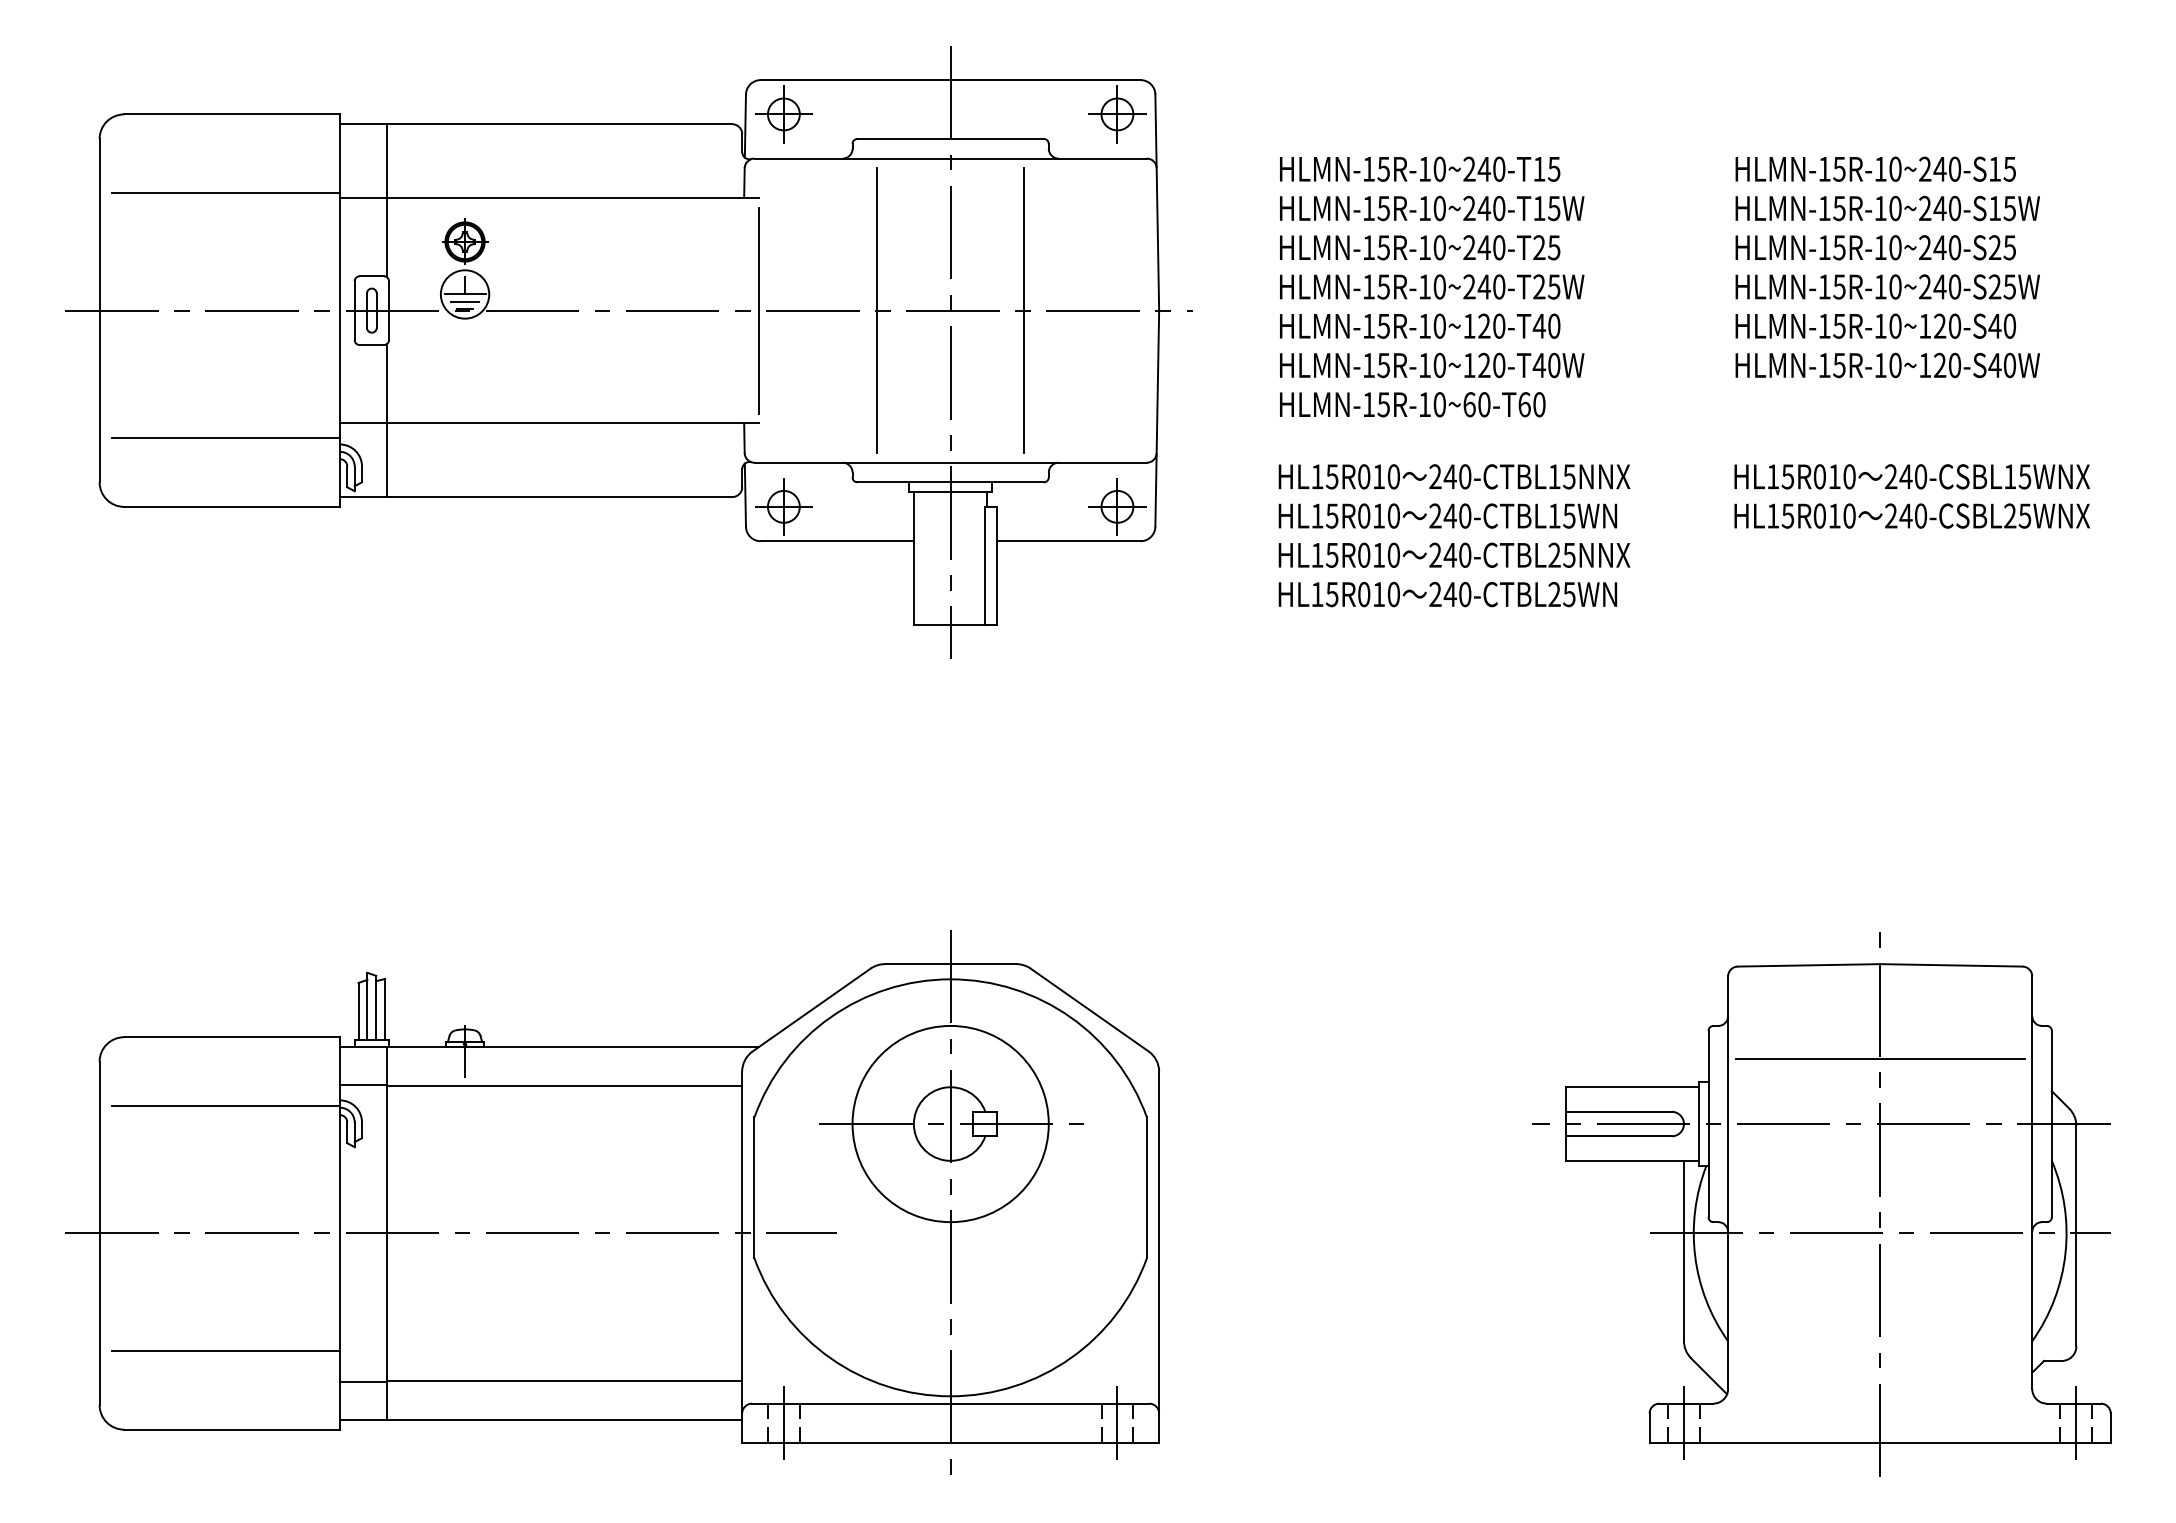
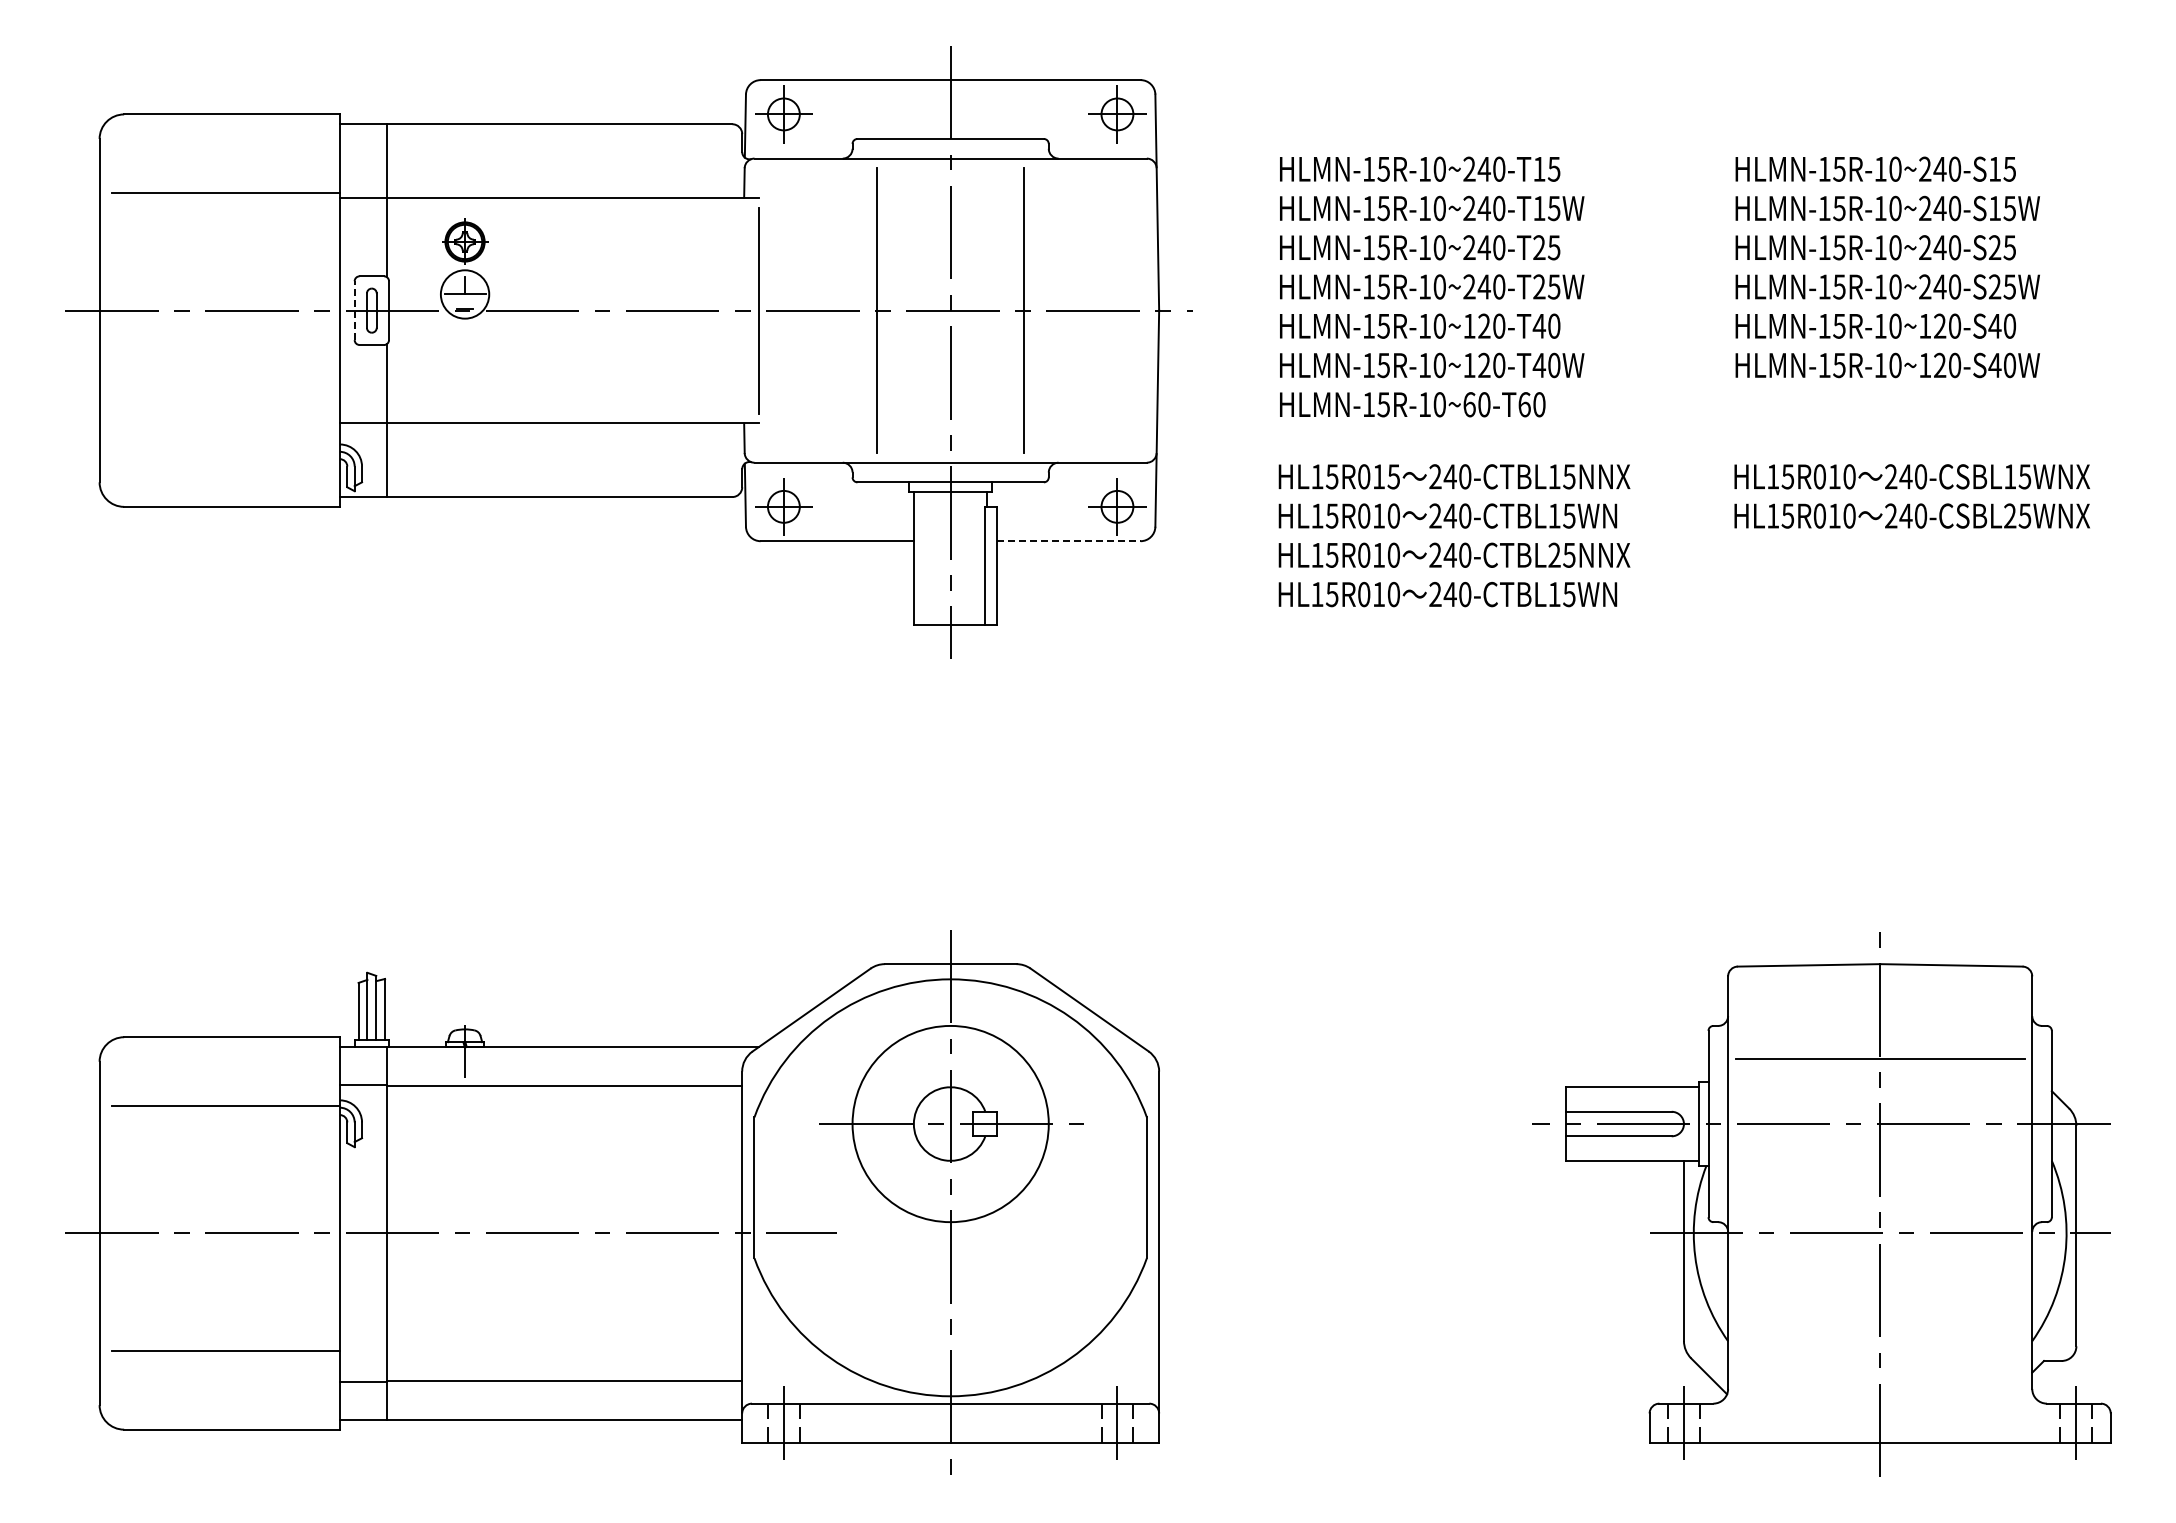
line at (464, 301): present -> none
line at (354, 310): solid -> dashed
line at (225, 438): present -> none
text at (1393, 476): HL15R010 -> HL15R015
line at (1068, 541): solid -> dashed
text at (1554, 594): 240-CTBL25WN -> 240-CTBL15WN
